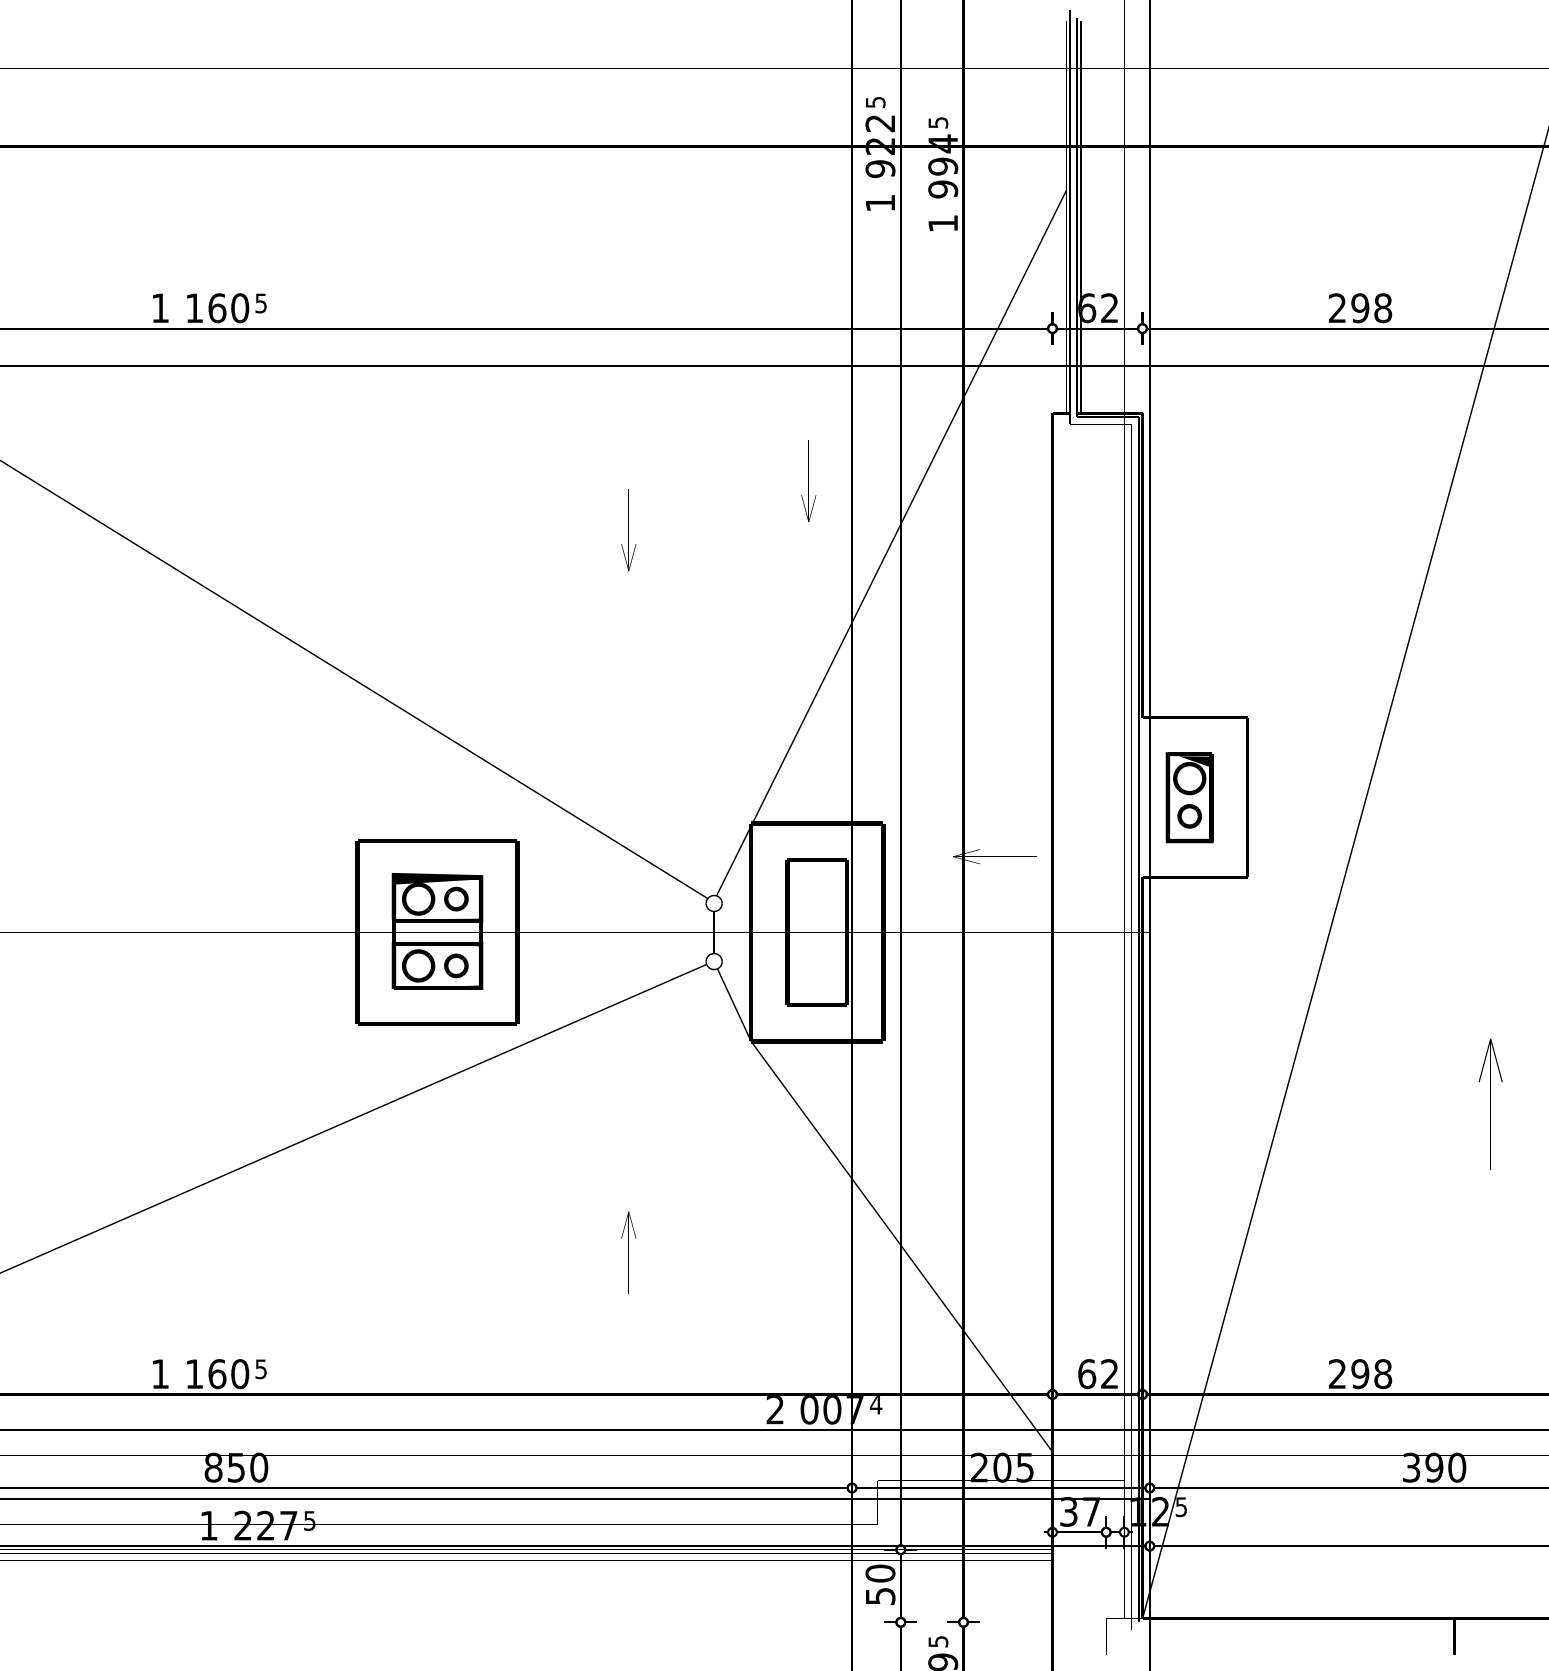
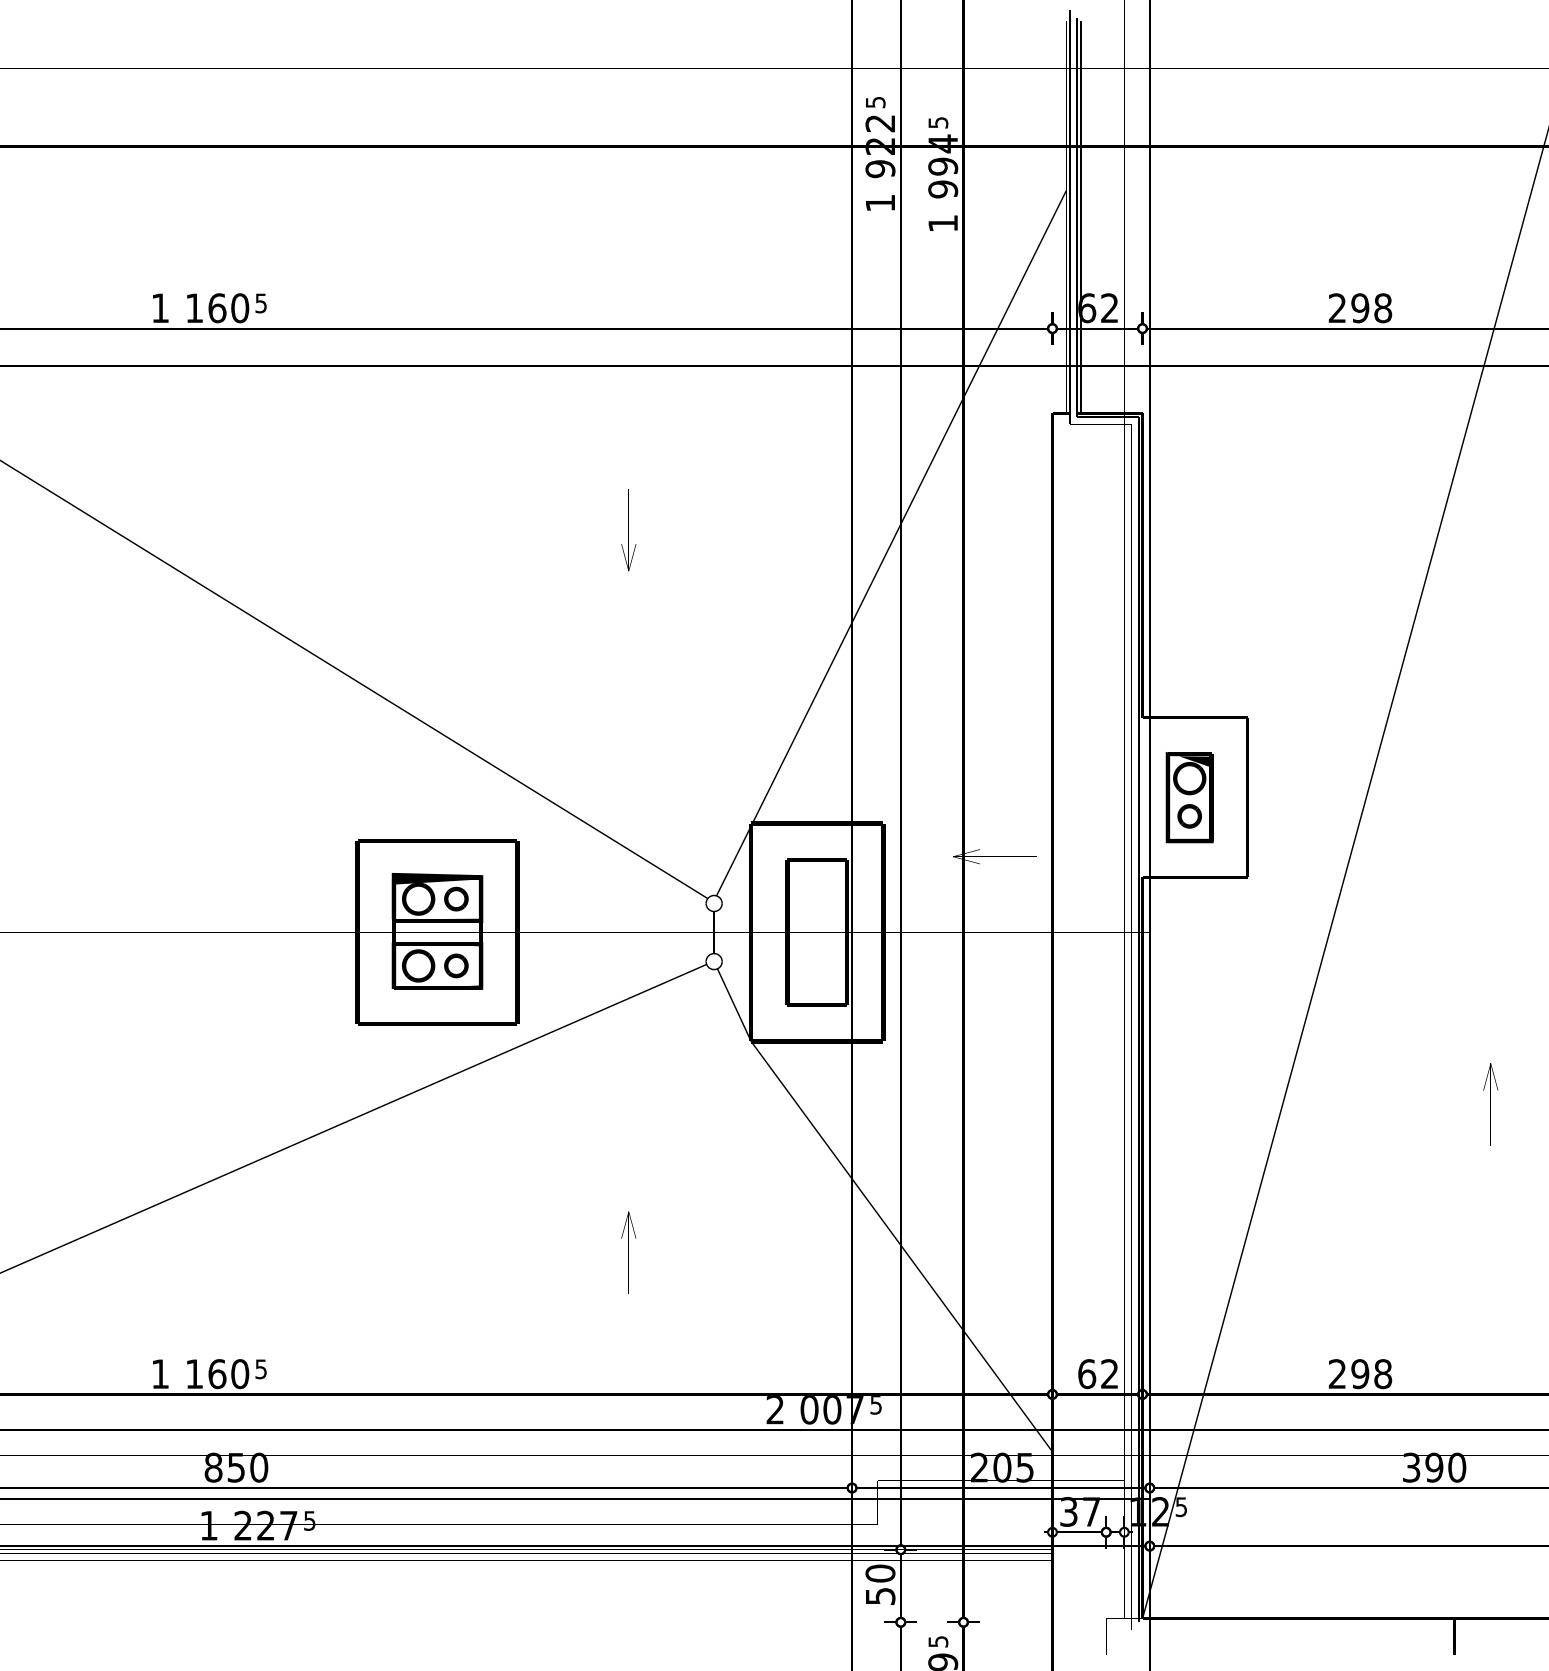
part at (808, 481): present -> none
part at (1490, 1103) size: 25x132 px -> 16x83 px
text at (875, 1405): 4 -> 5
